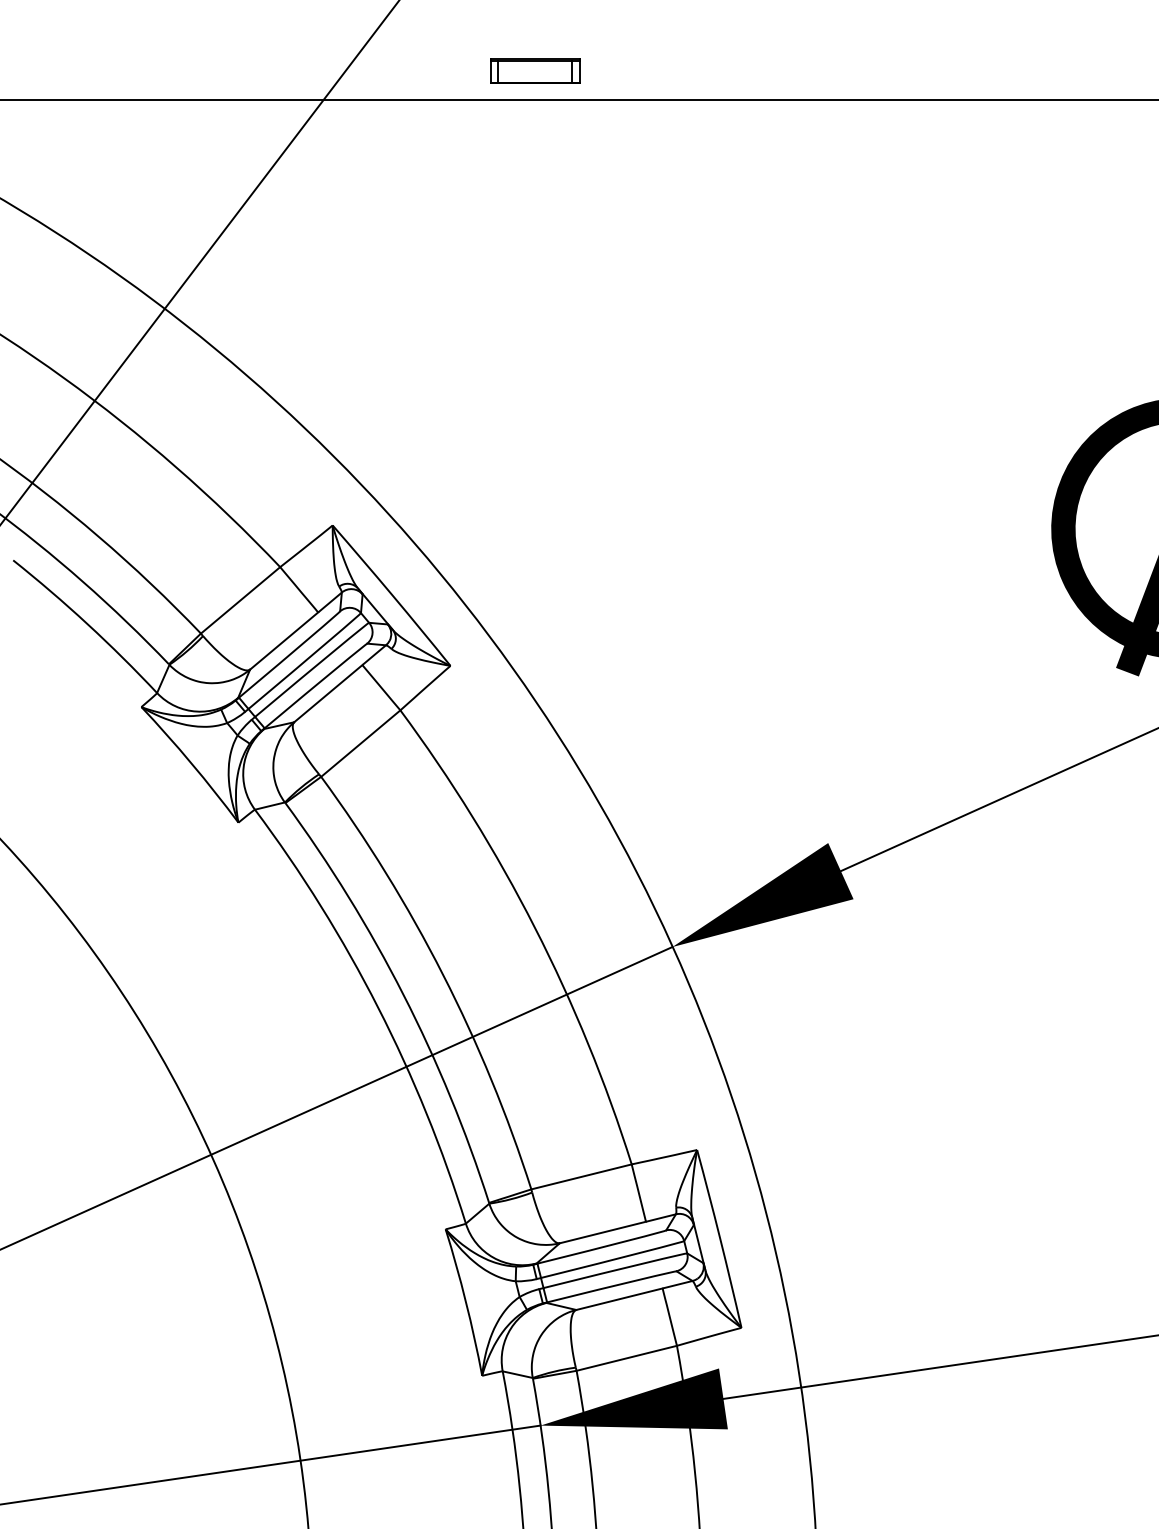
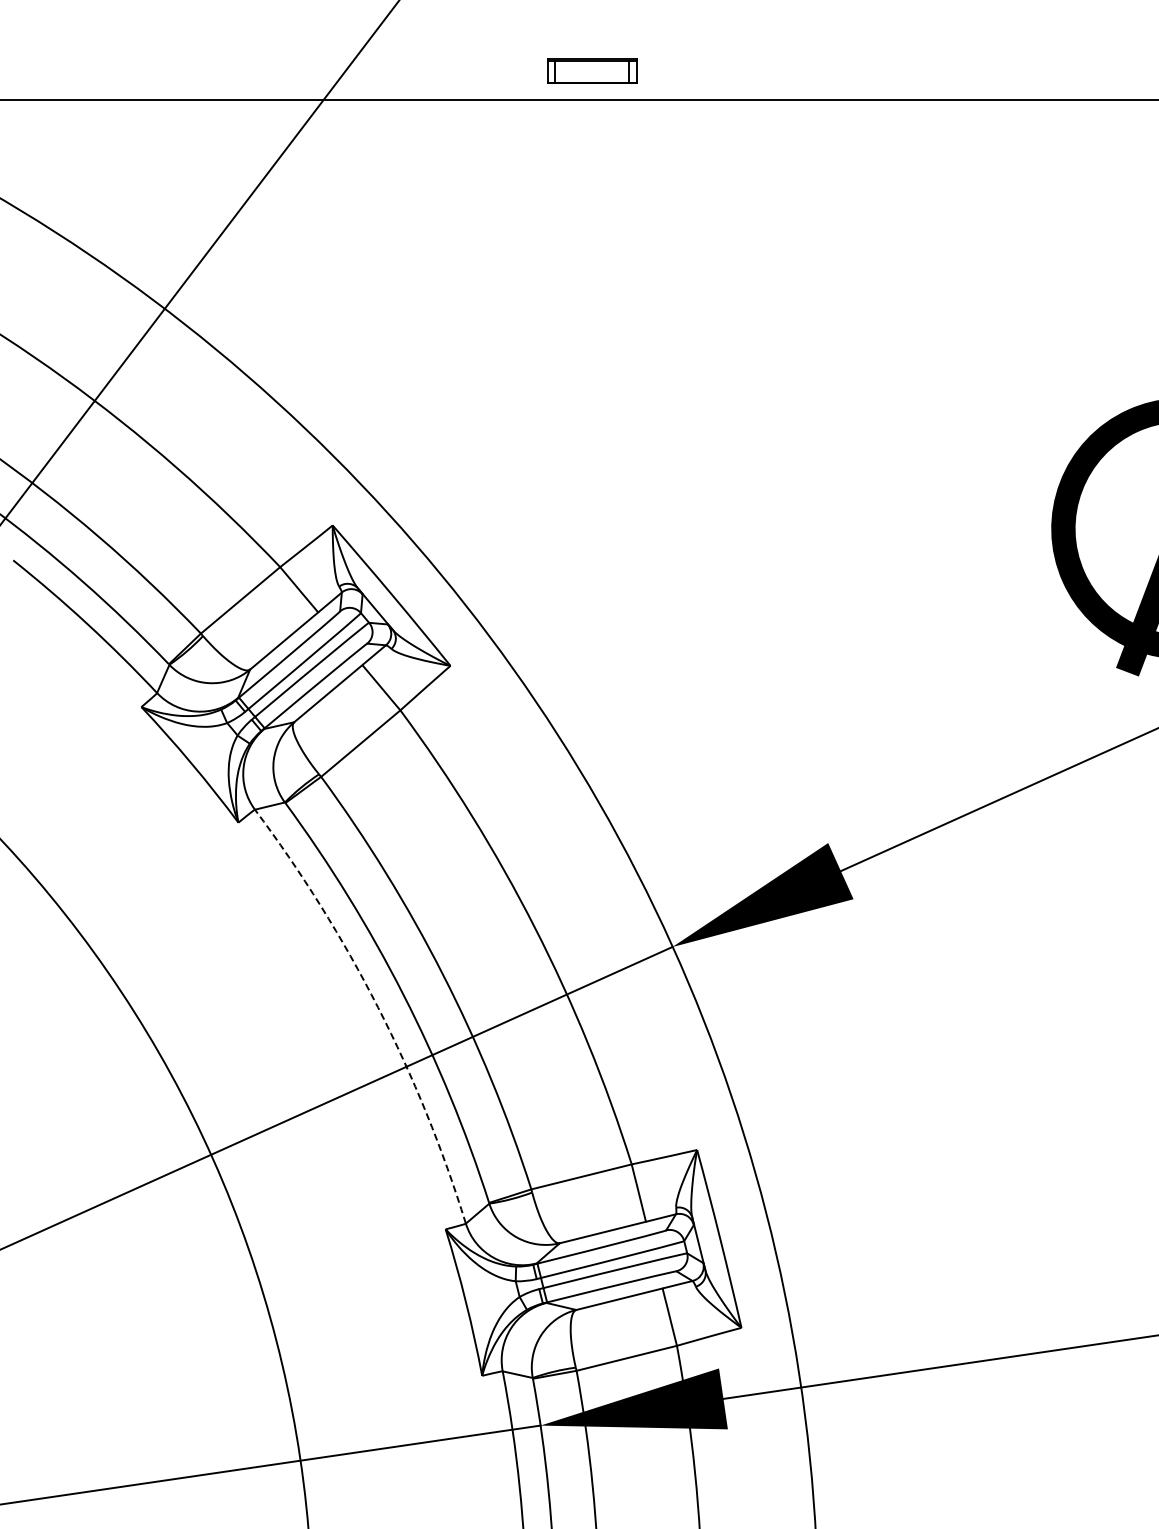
part at (535, 70) position: (535, 70) -> (592, 70)
arc at (378, 1007): solid -> dashed
